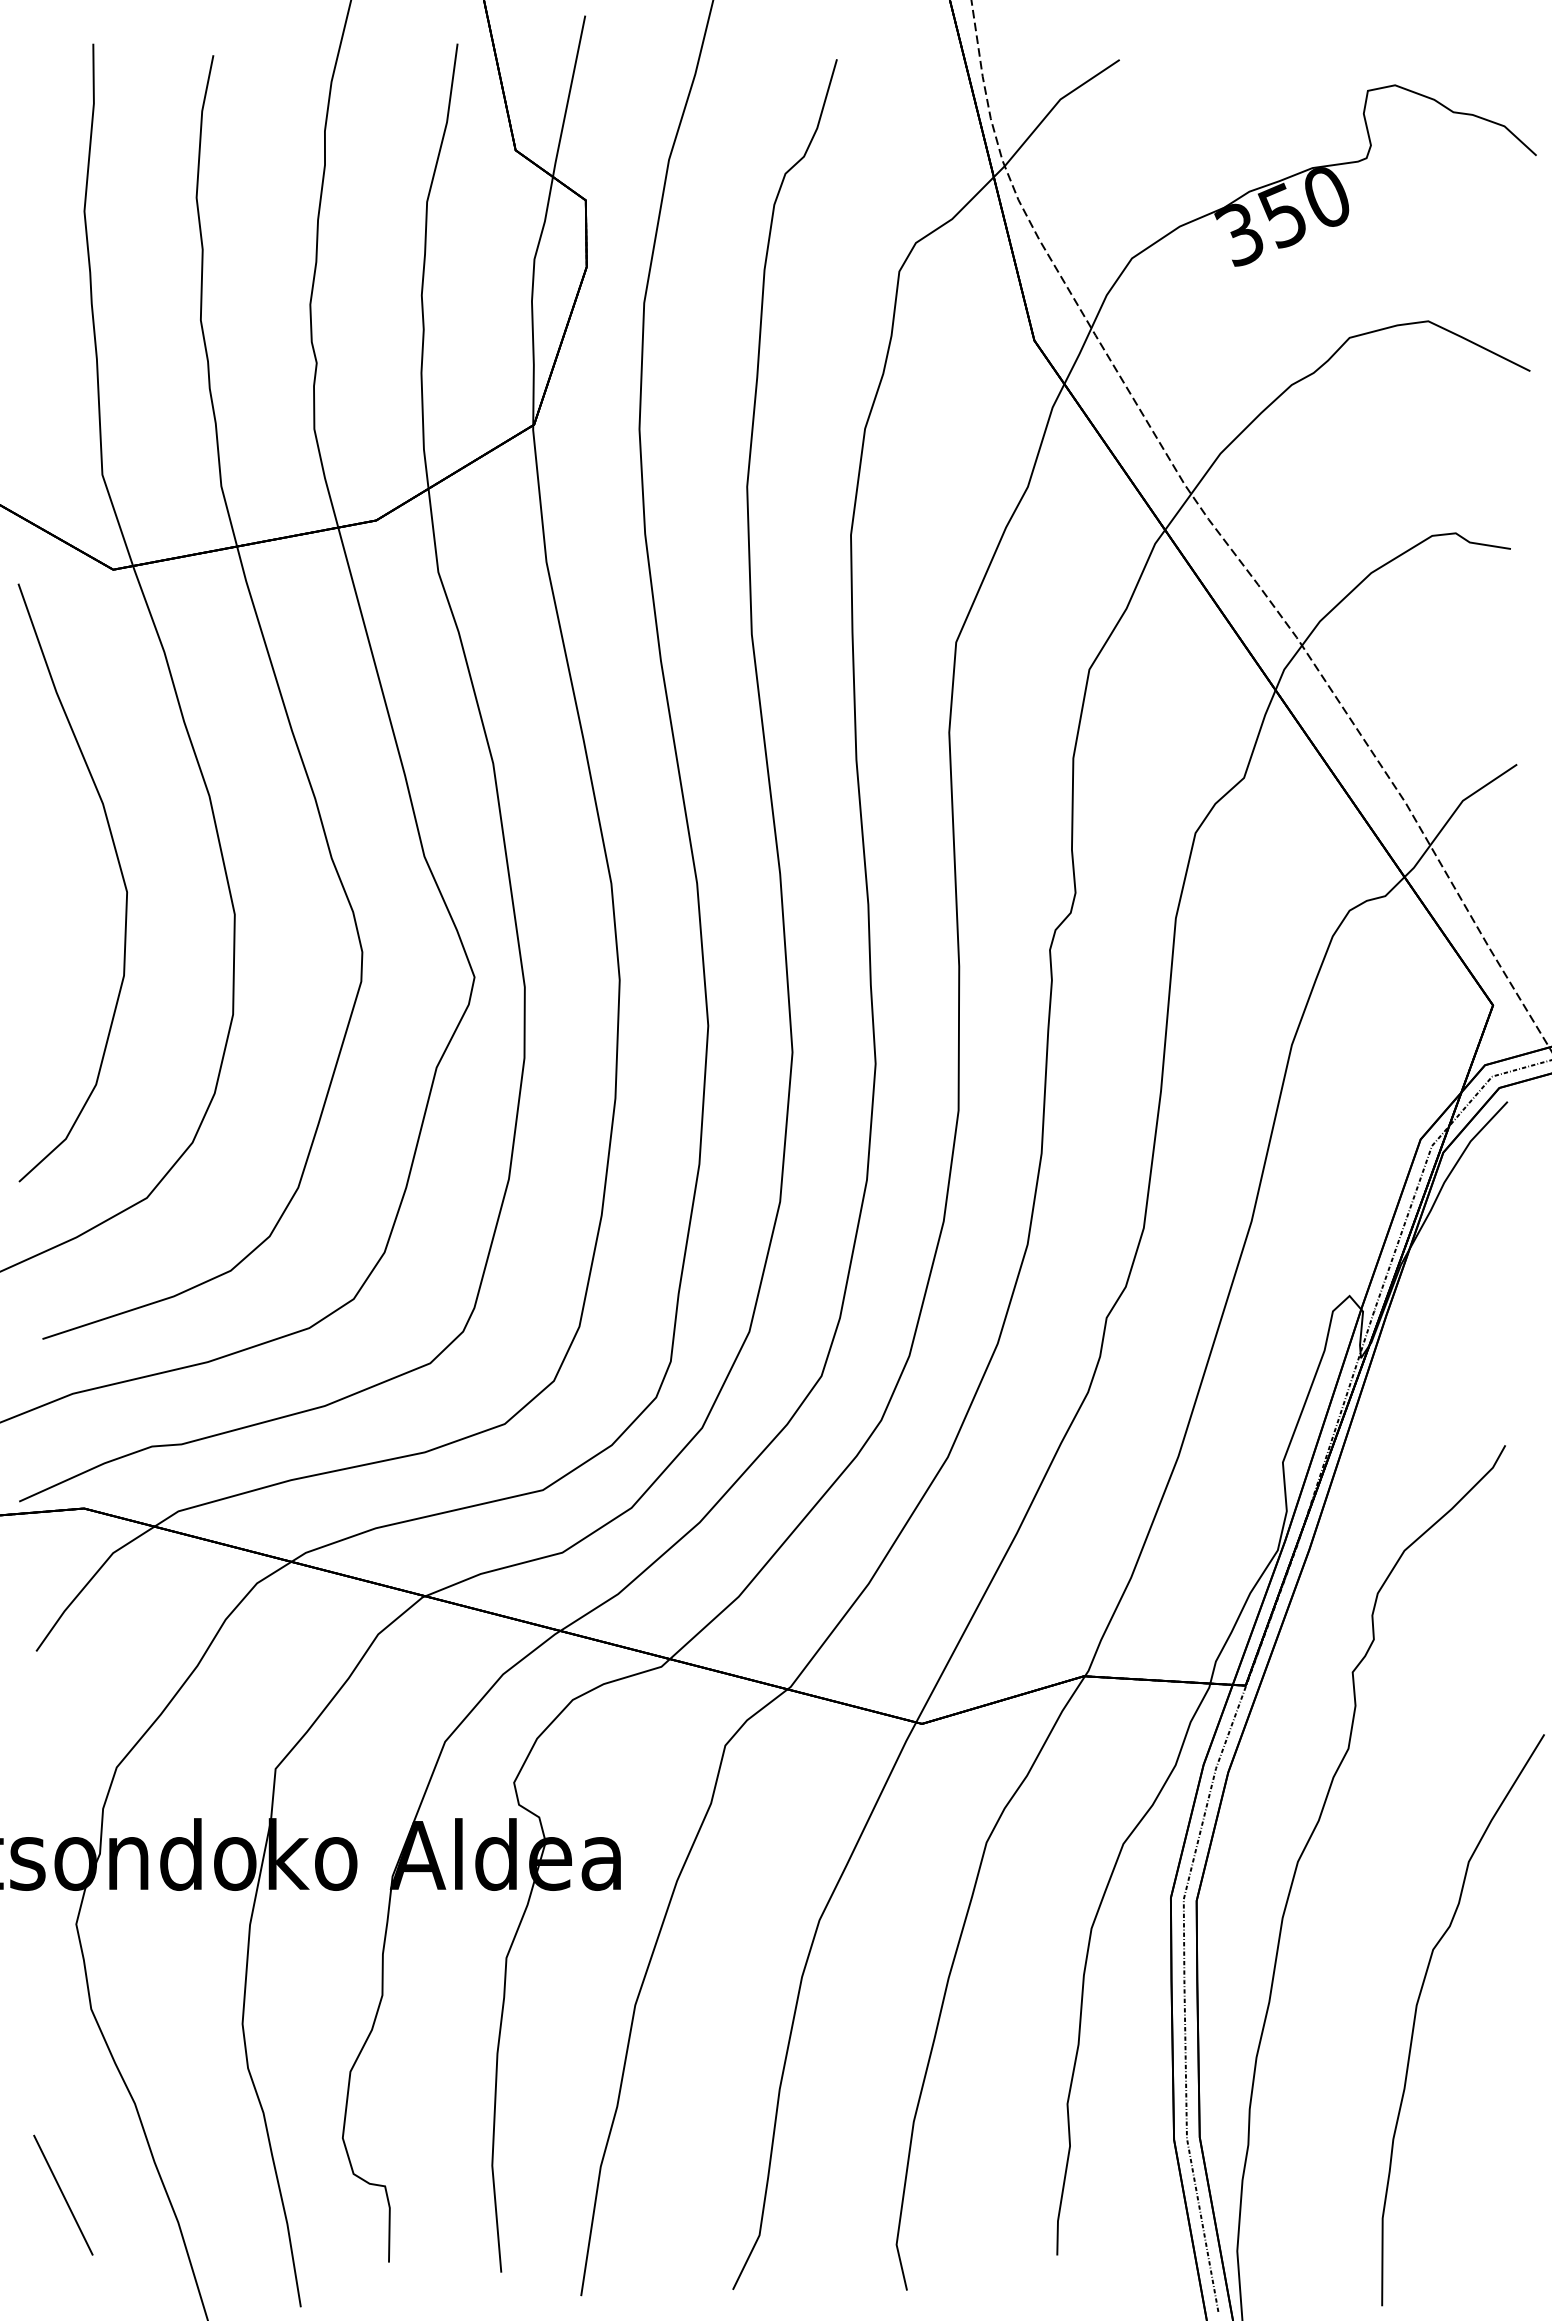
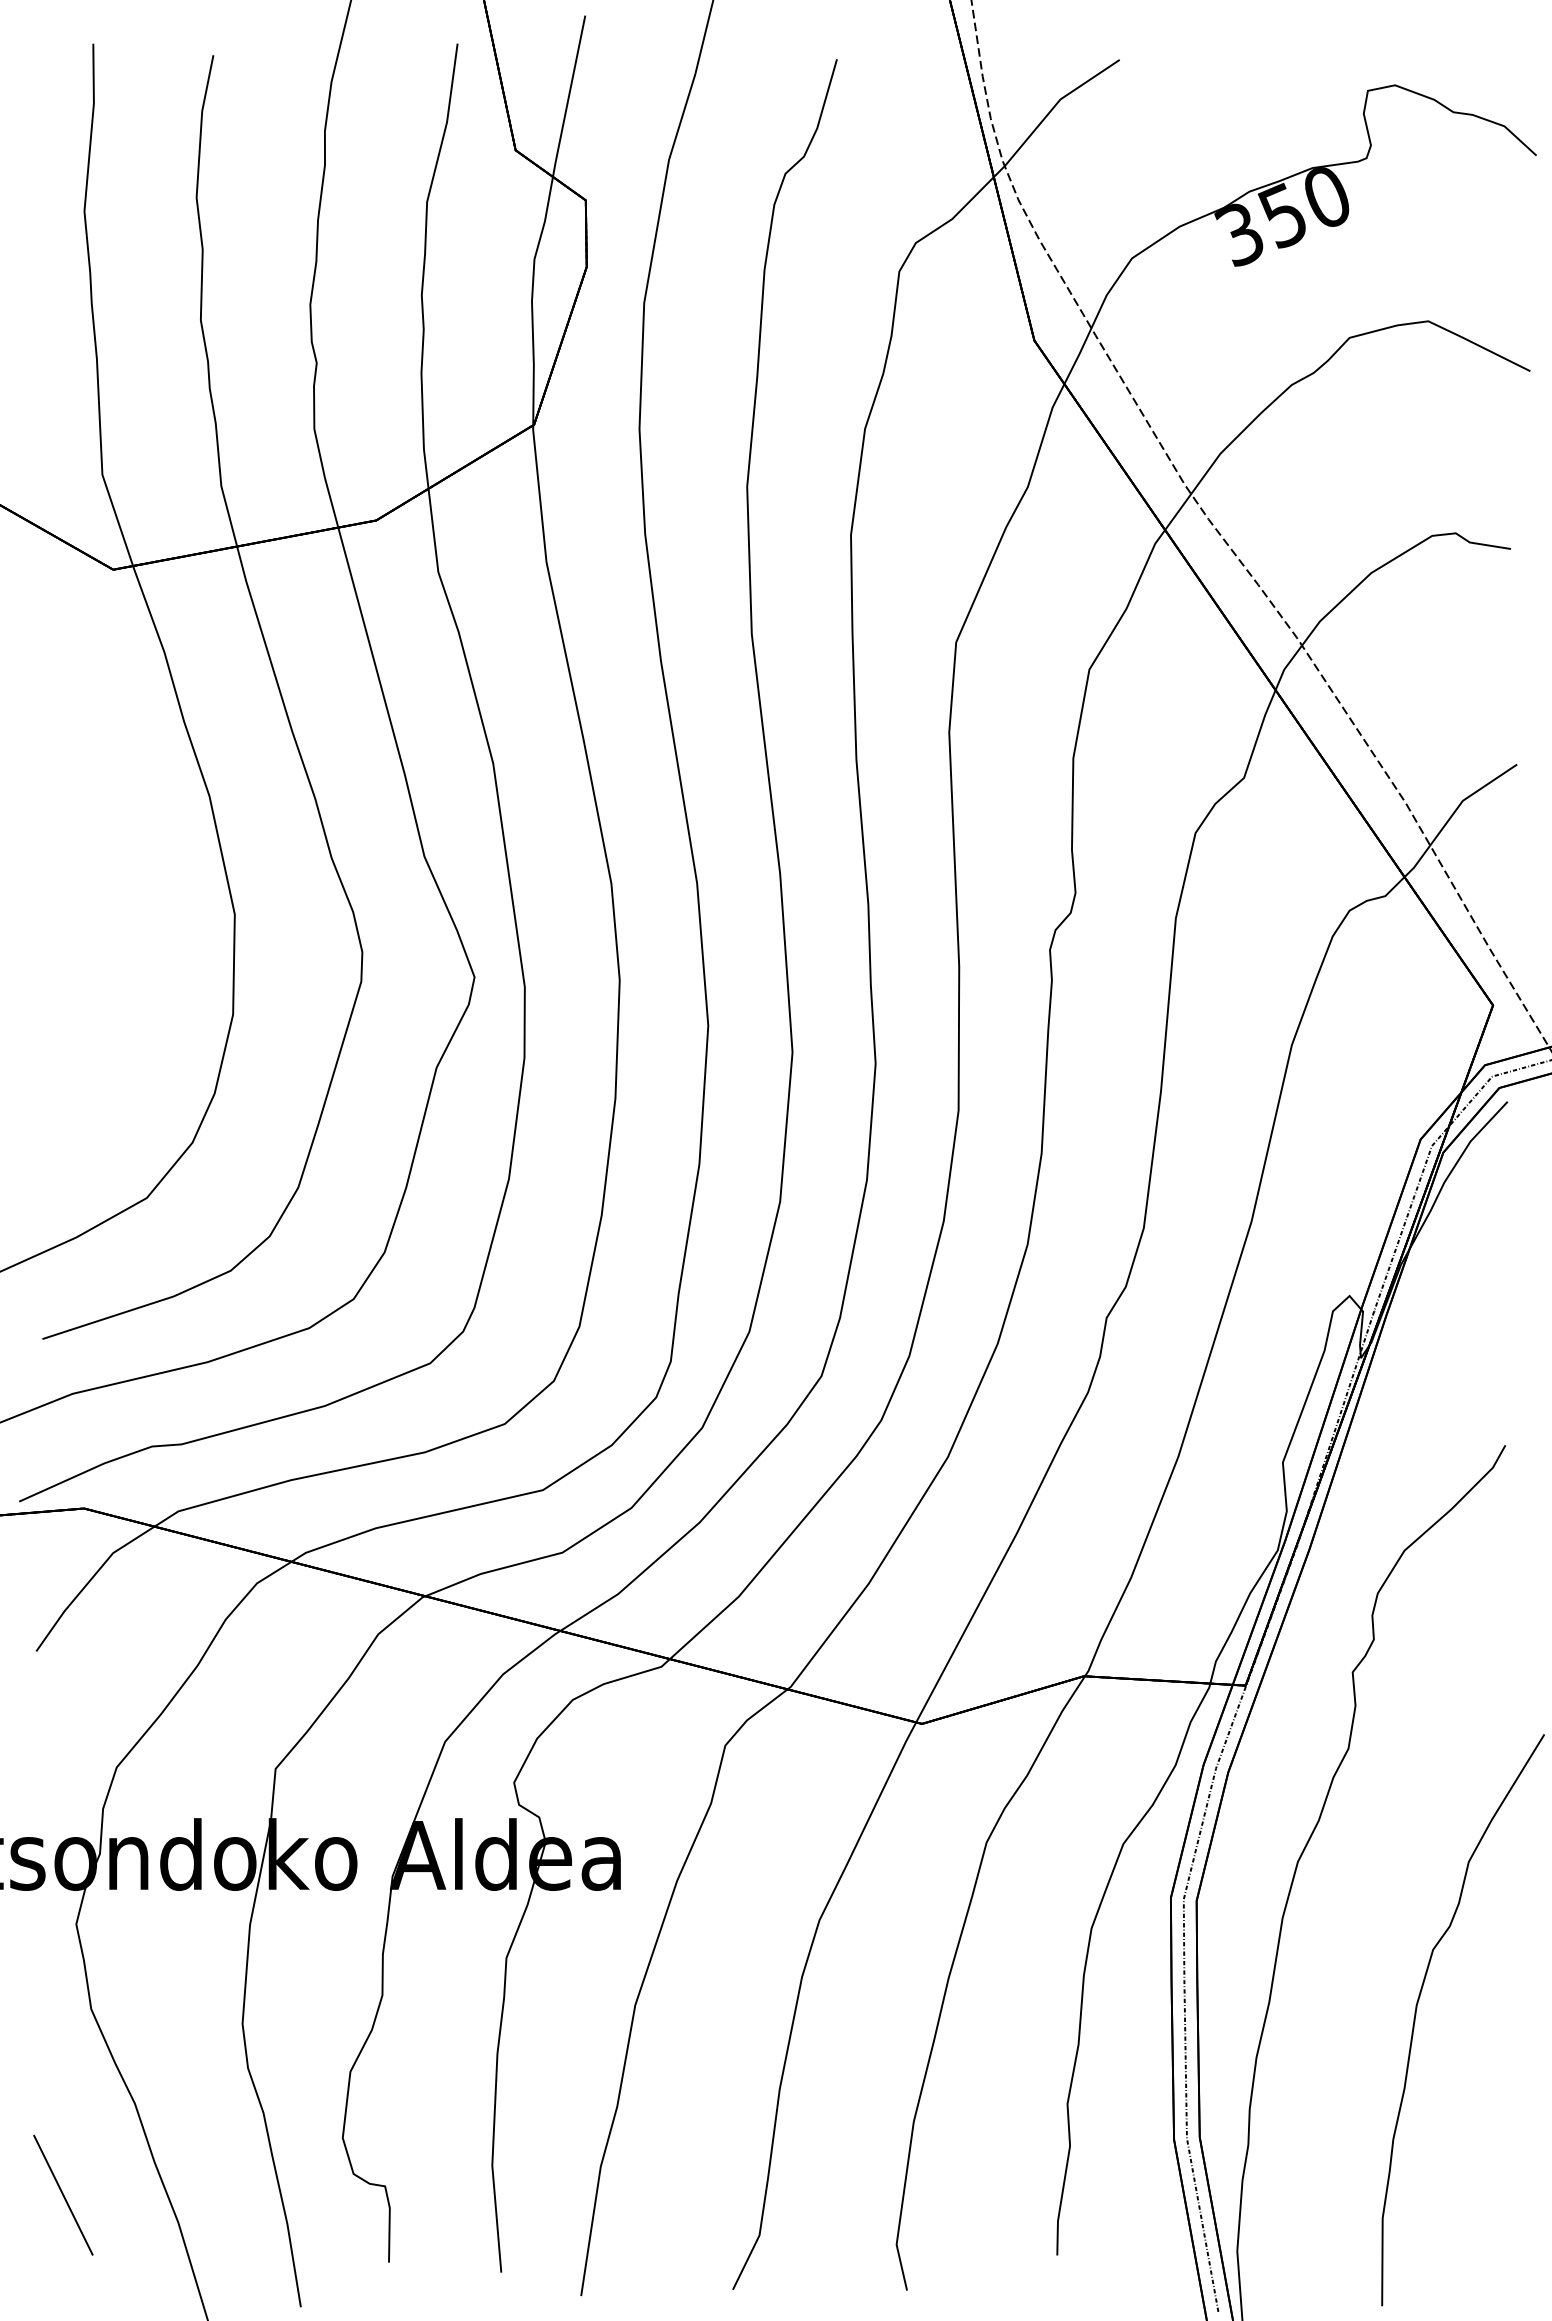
part at (120, 872): present -> none
